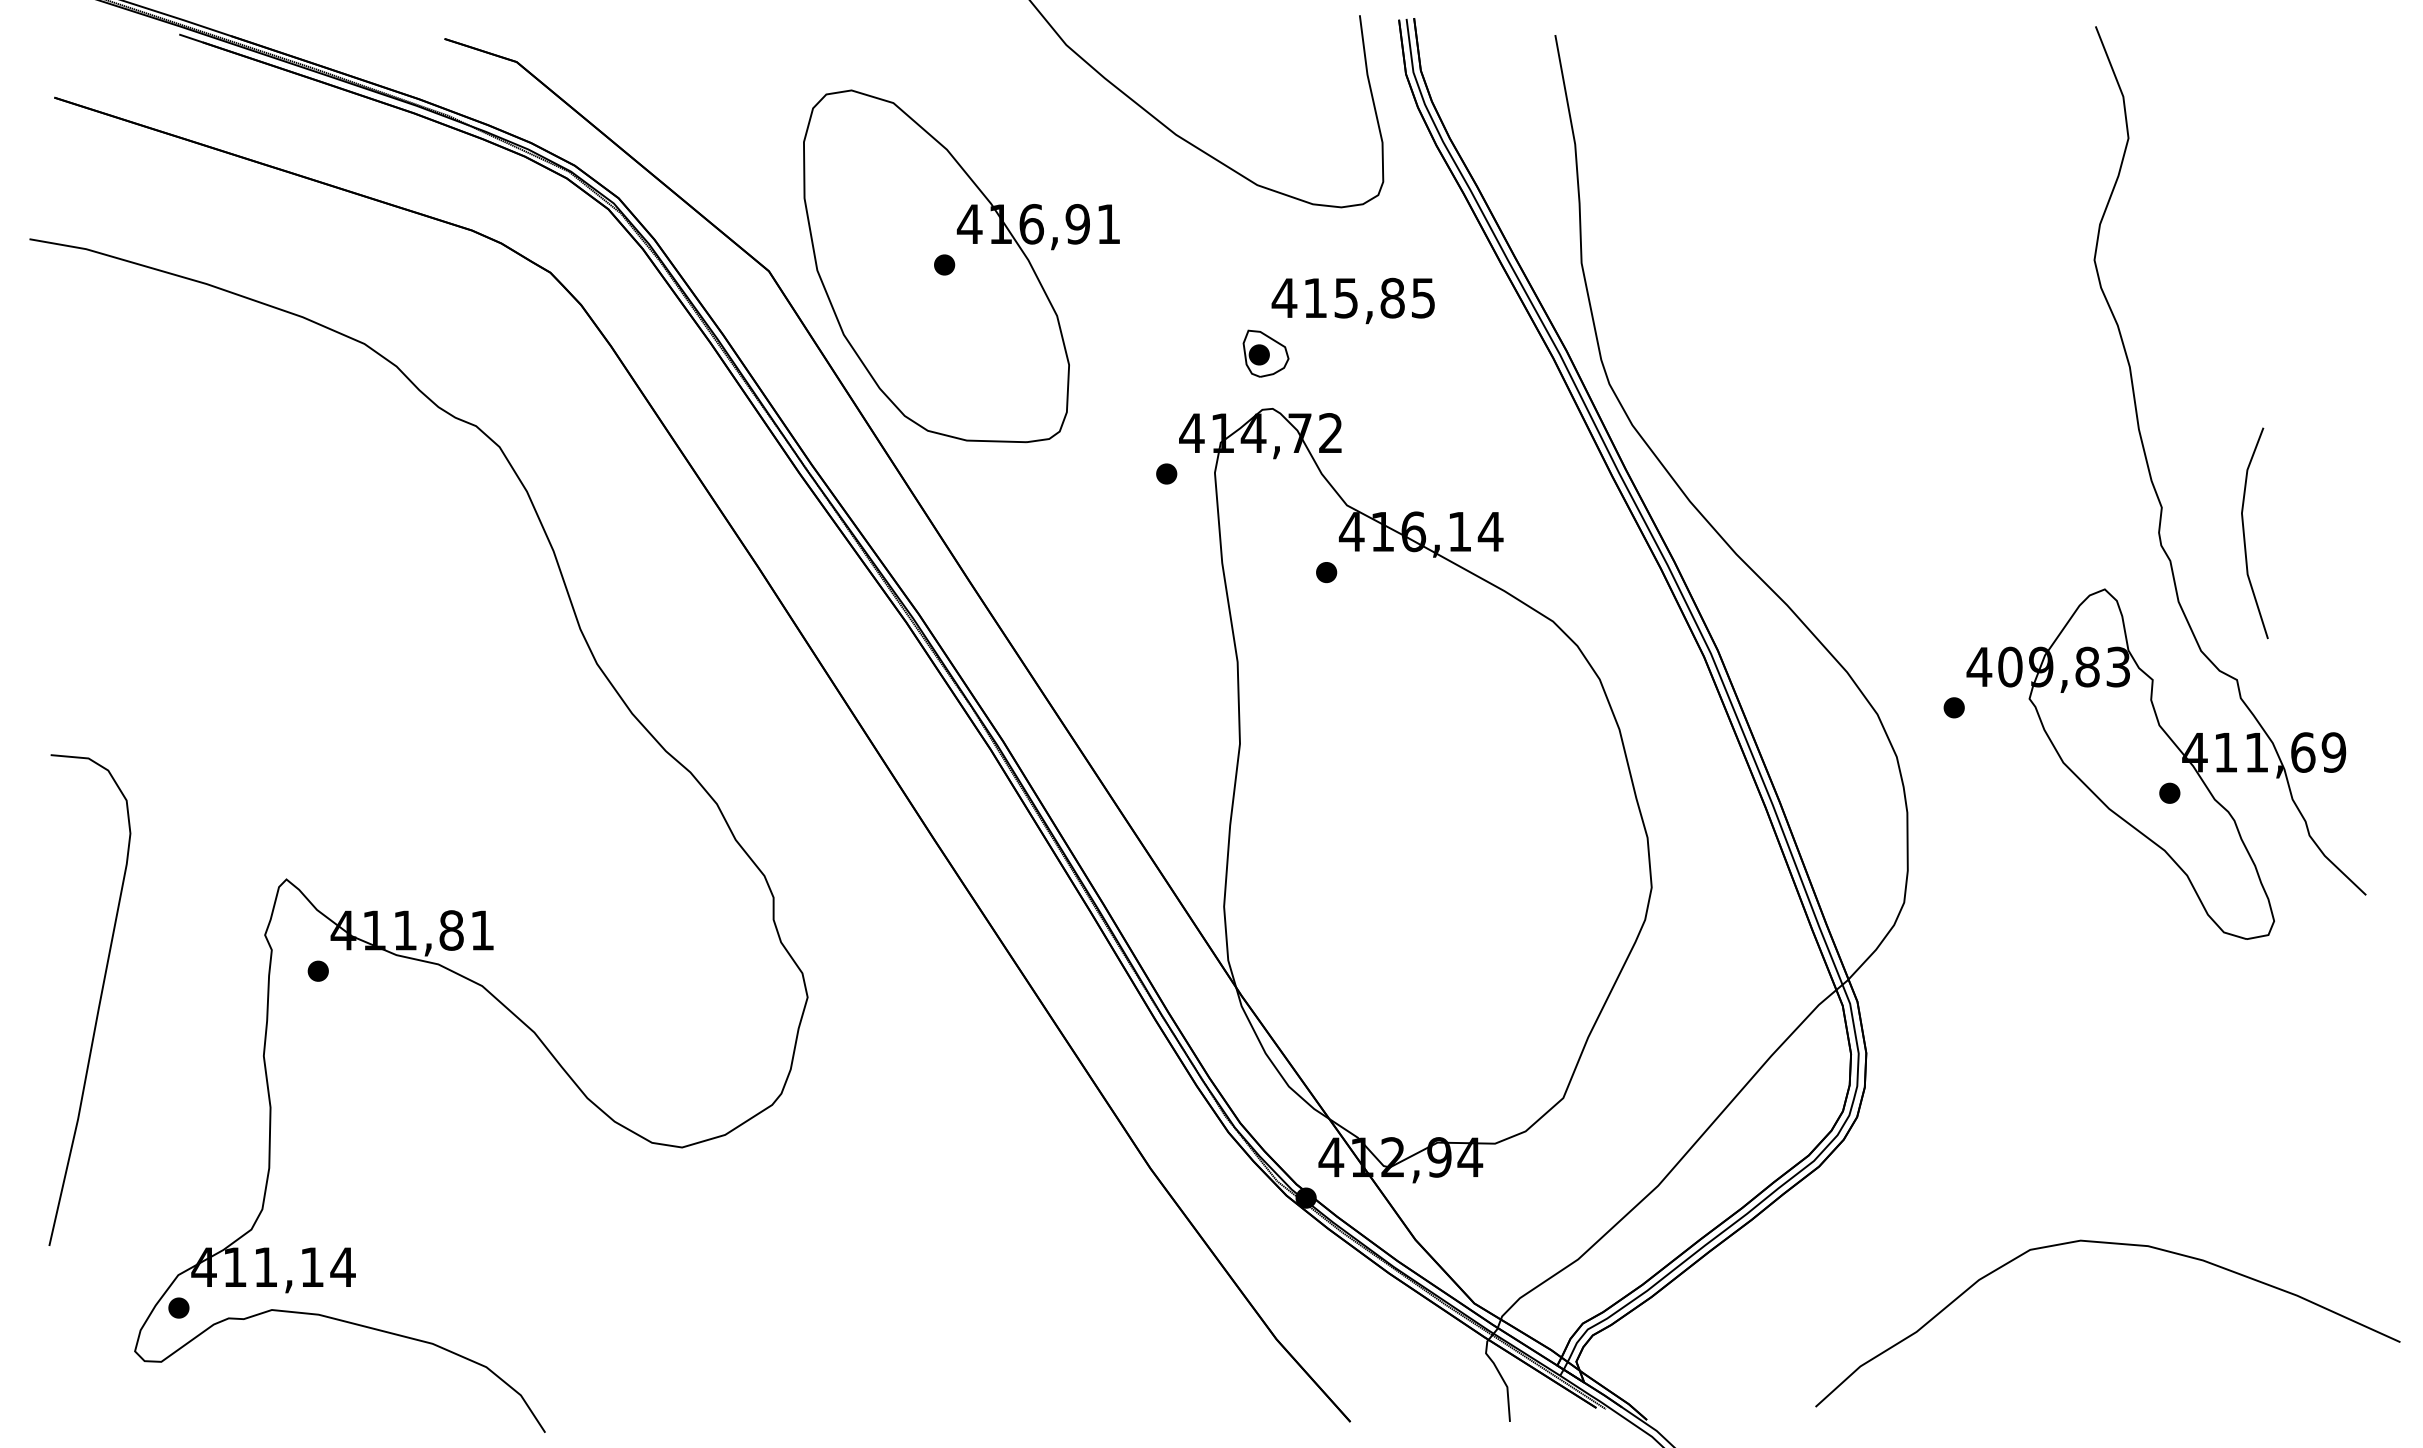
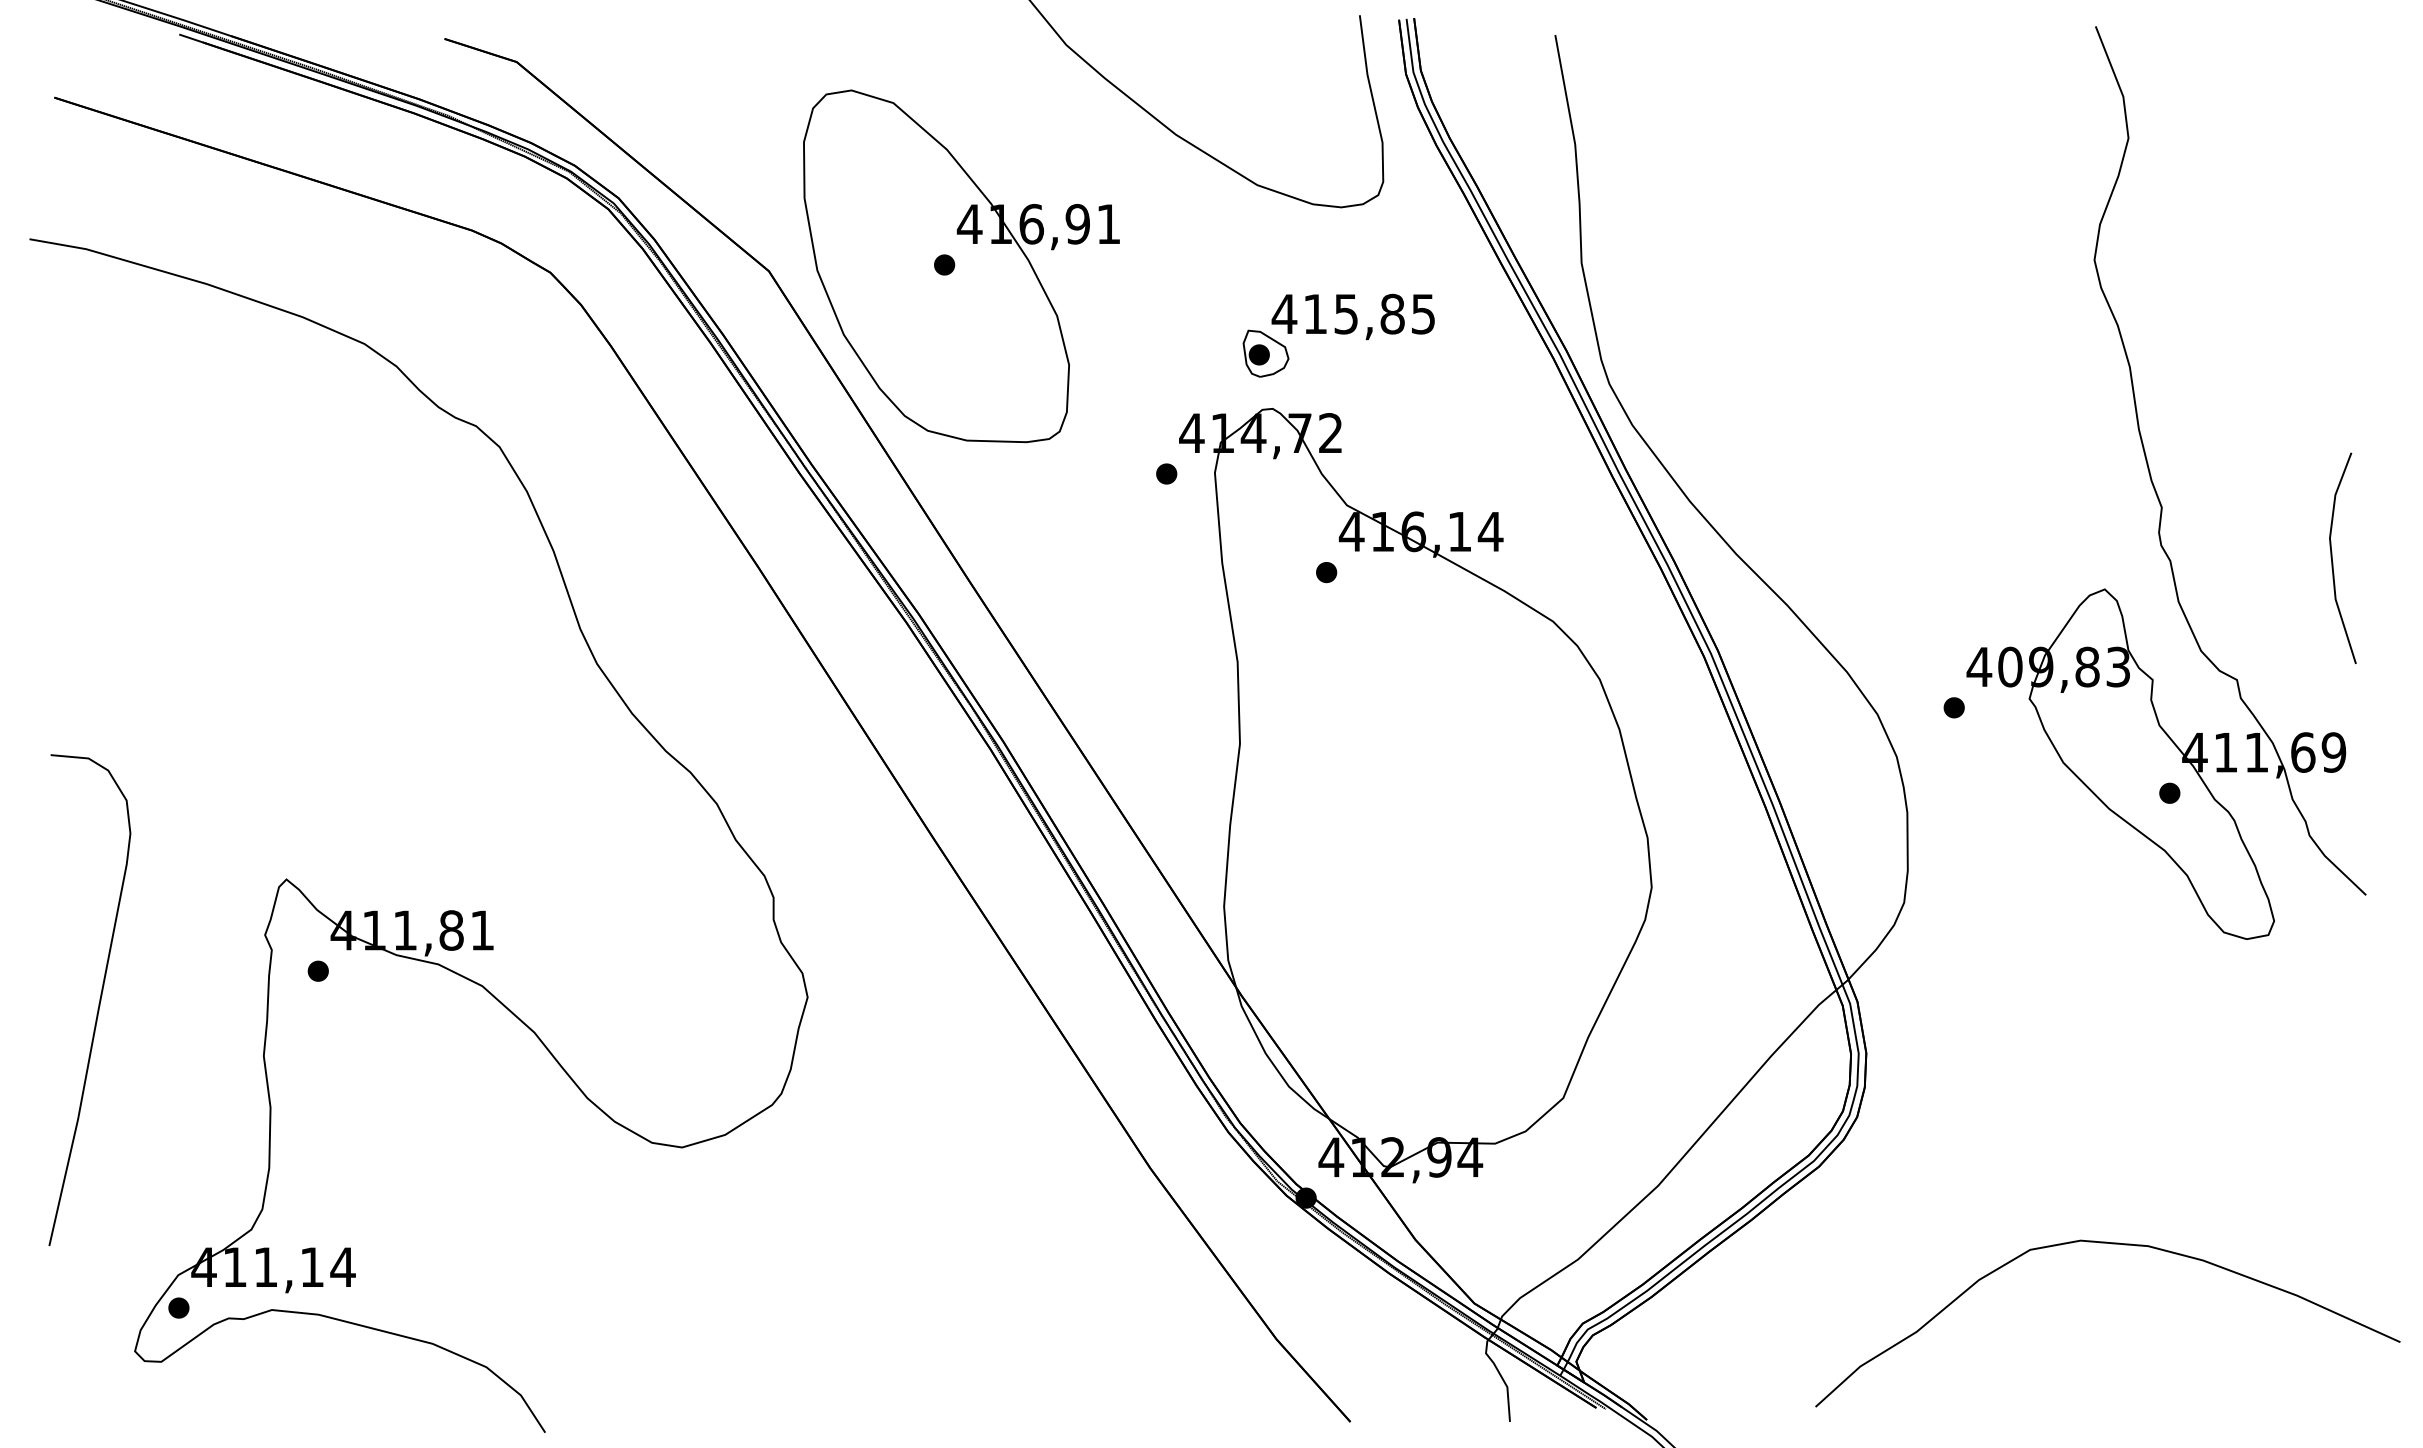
text at (1352, 300) position: (1352, 300) -> (1352, 316)
part at (2245, 537) position: (2245, 537) -> (2333, 562)
